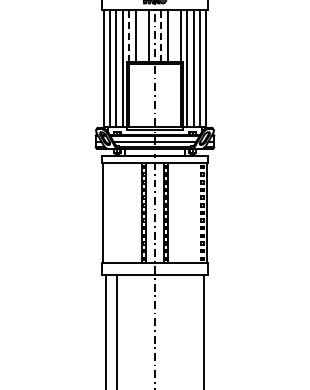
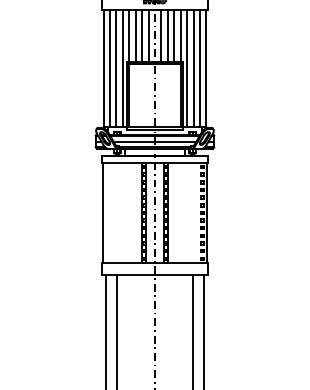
line at (142, 35): none -> present
line at (174, 35): none -> present
line at (129, 36): dashed -> solid
line at (161, 36): dashed -> solid
line at (192, 330): none -> present
